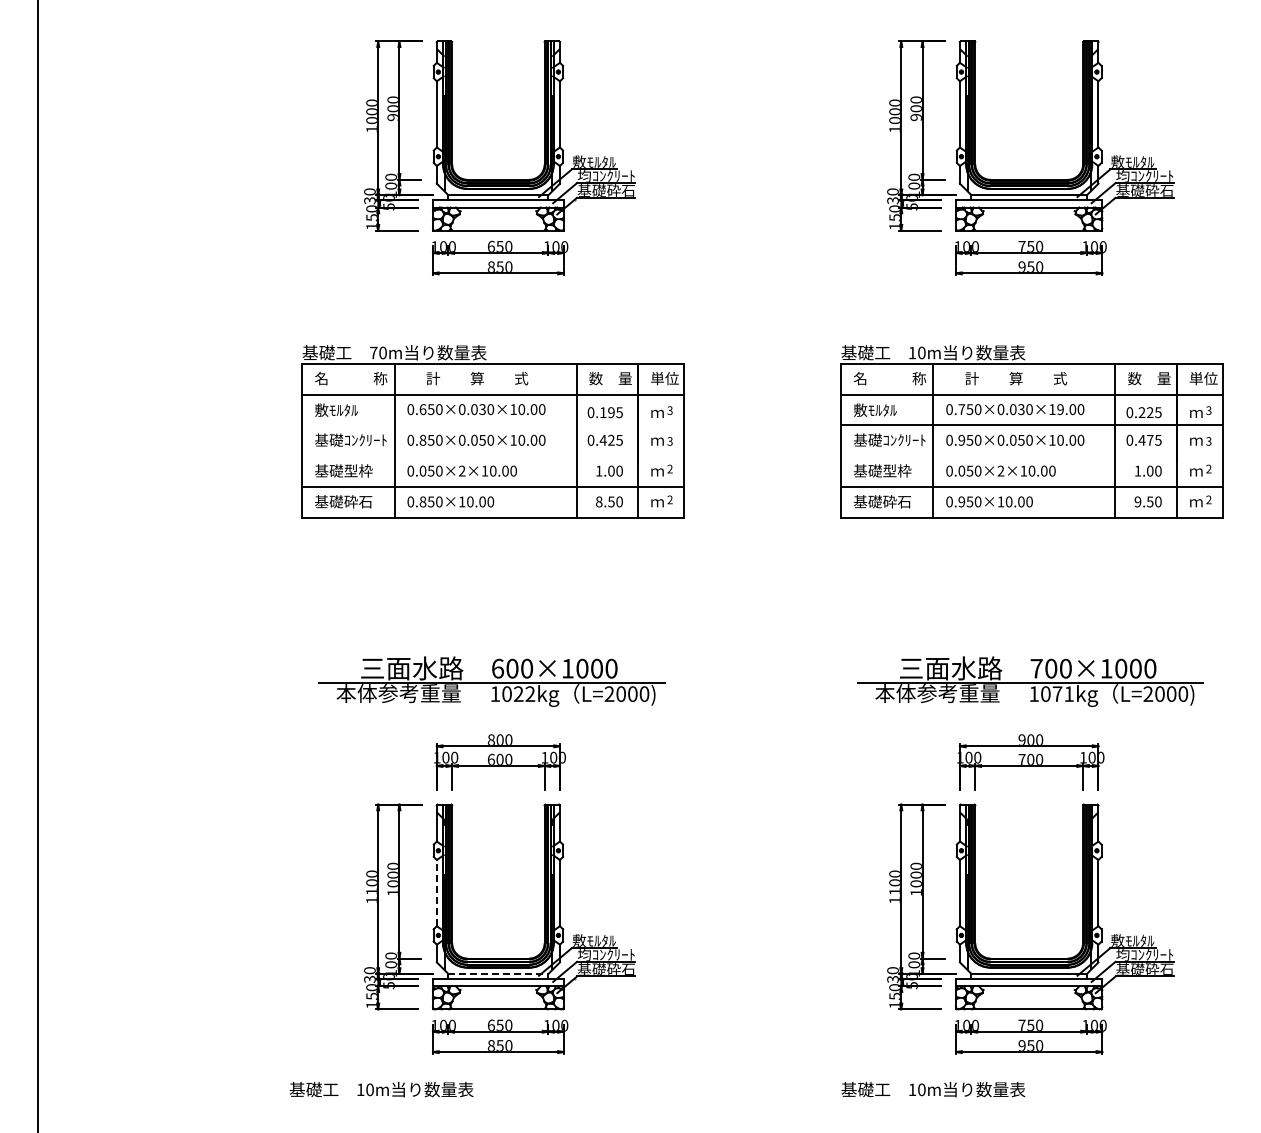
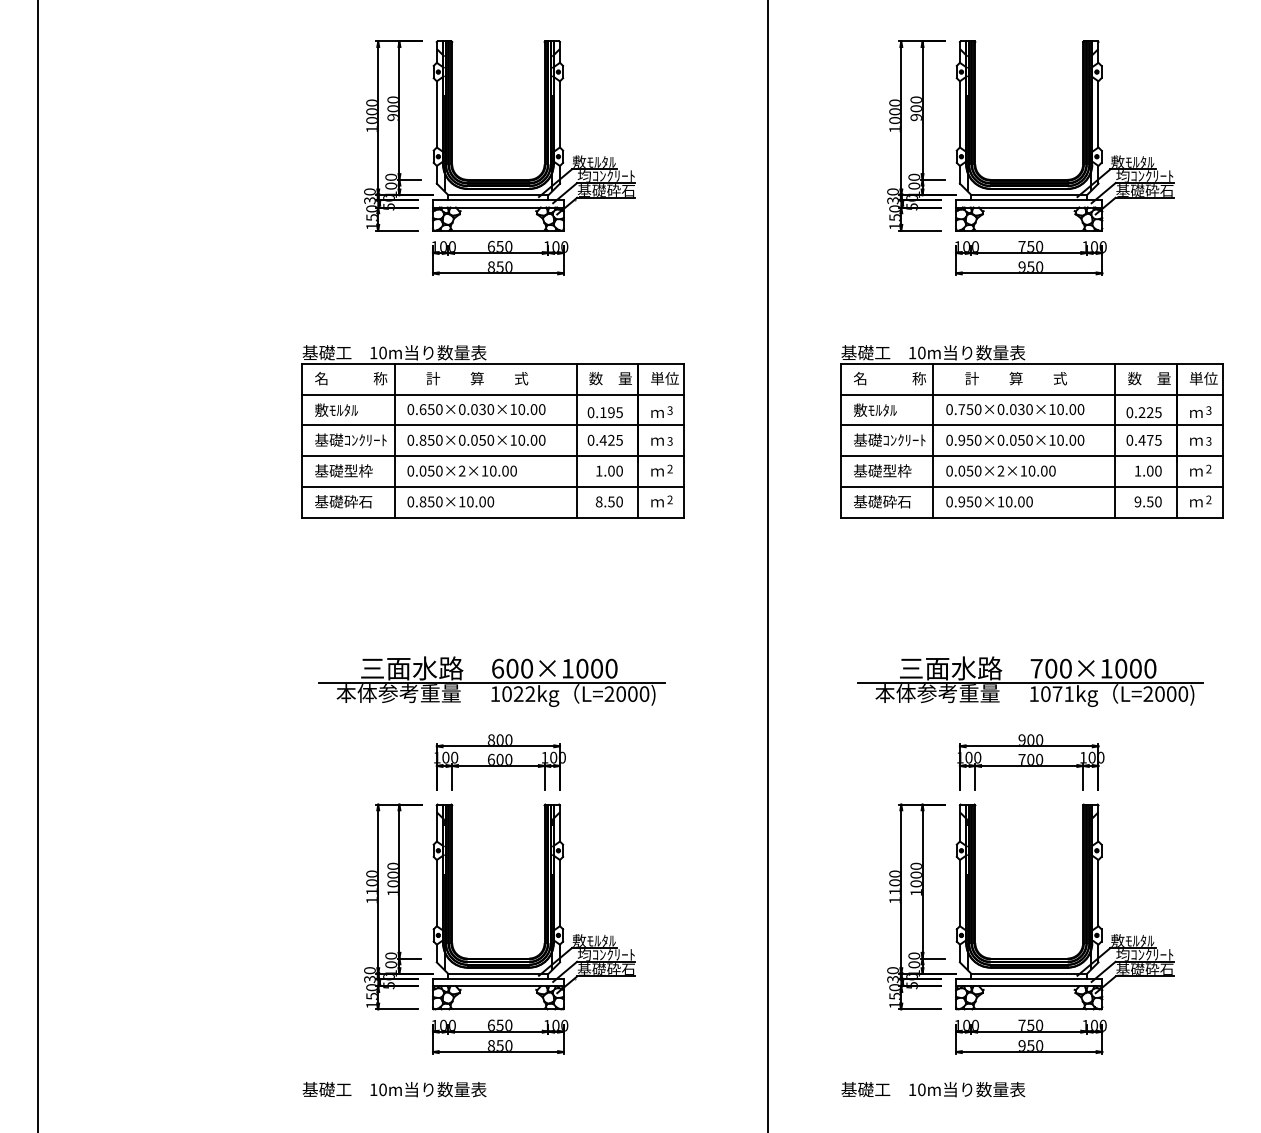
text at (373, 352): 70m -> 10m
text at (1060, 409): 0.750×0.030×19.00 -> 0.750×0.030×10.00
line at (493, 425): none -> present
line at (493, 456): none -> present
line at (1032, 456): none -> present
line at (767, 565): none -> present
line at (436, 892): dashed -> solid
line at (498, 973): dashed -> solid
text at (381, 1089) position: (381, 1089) -> (394, 1089)
